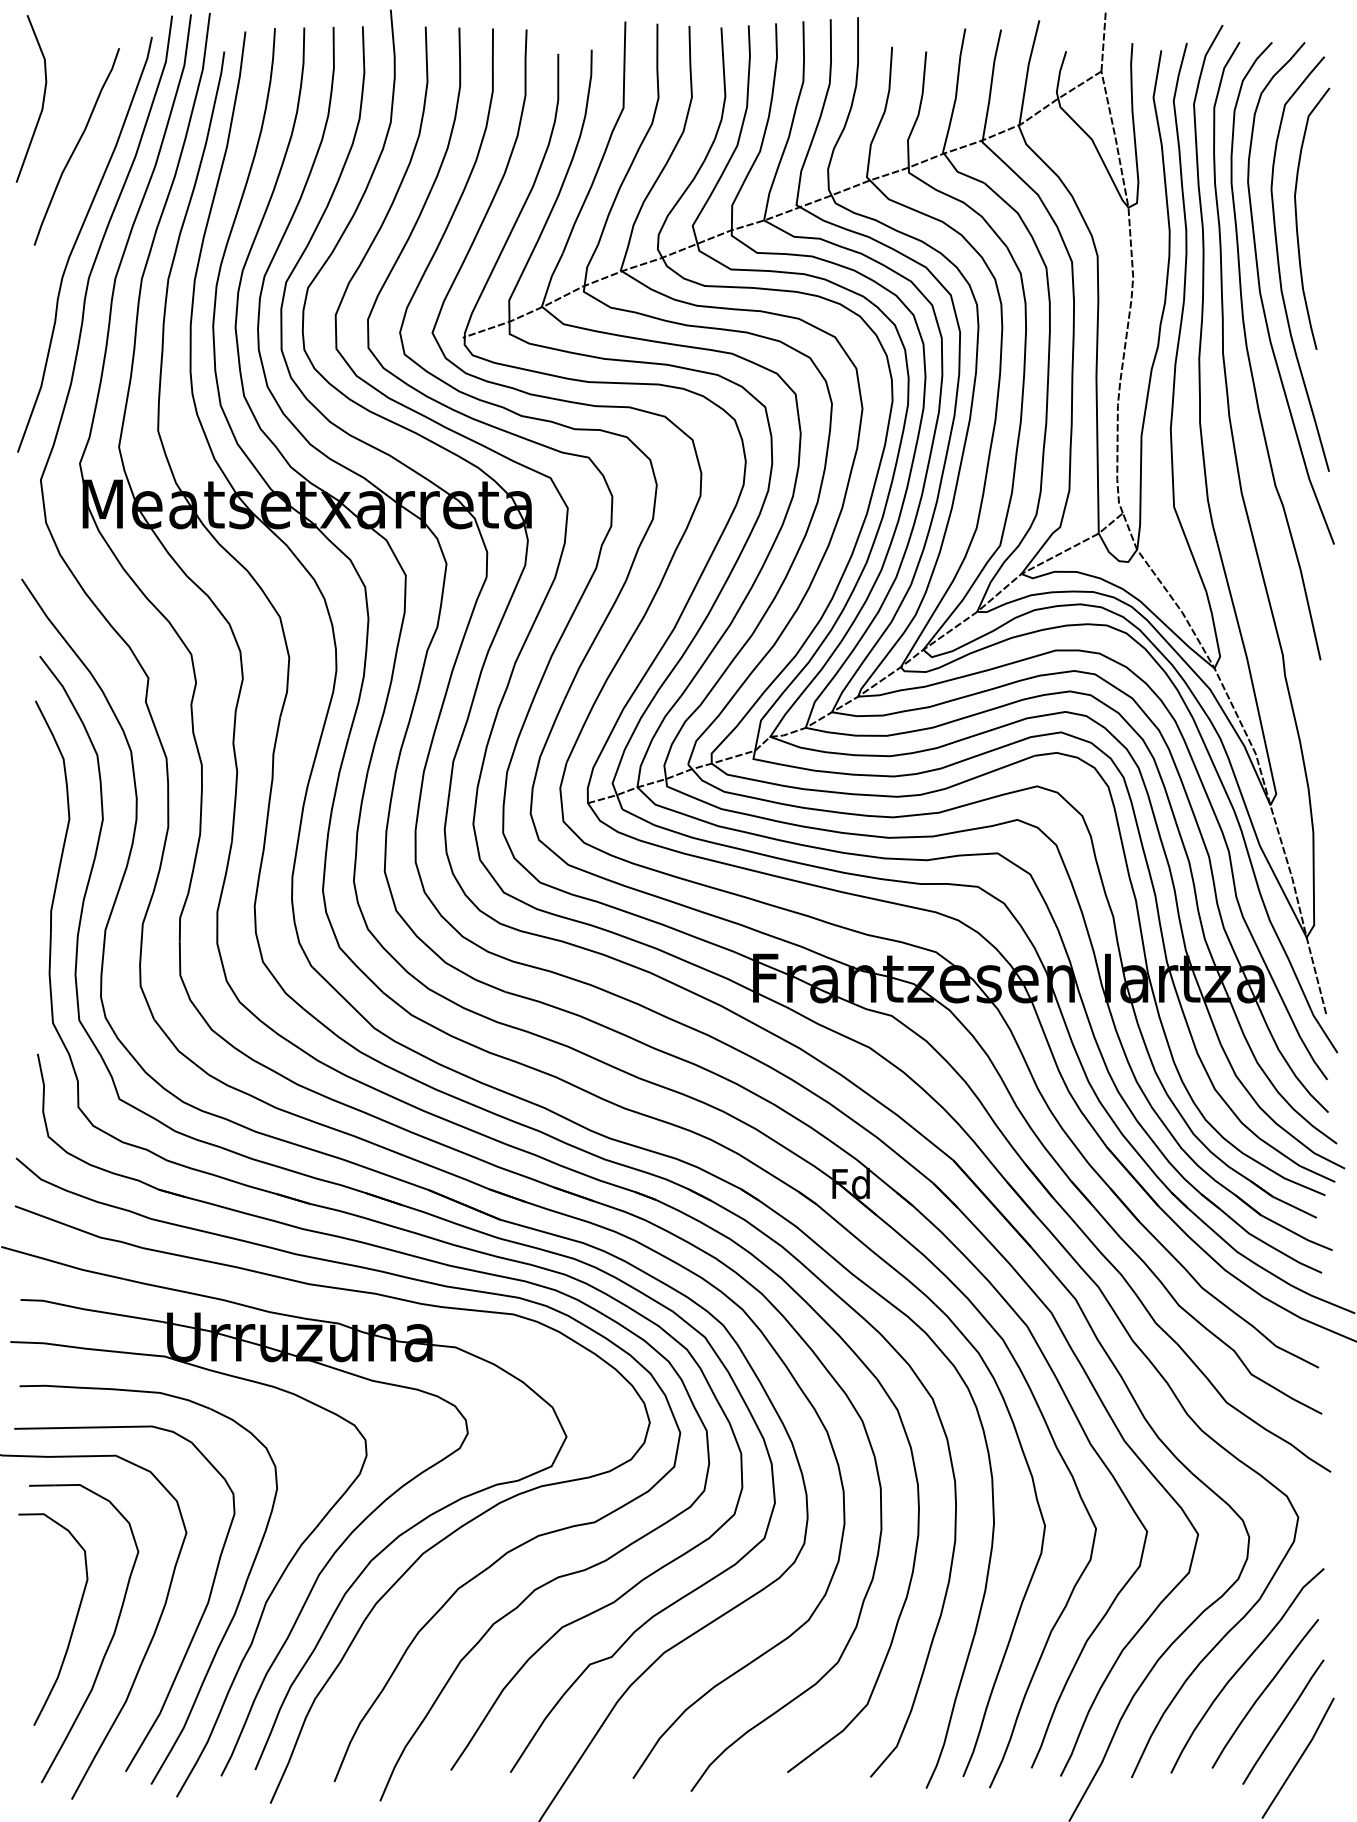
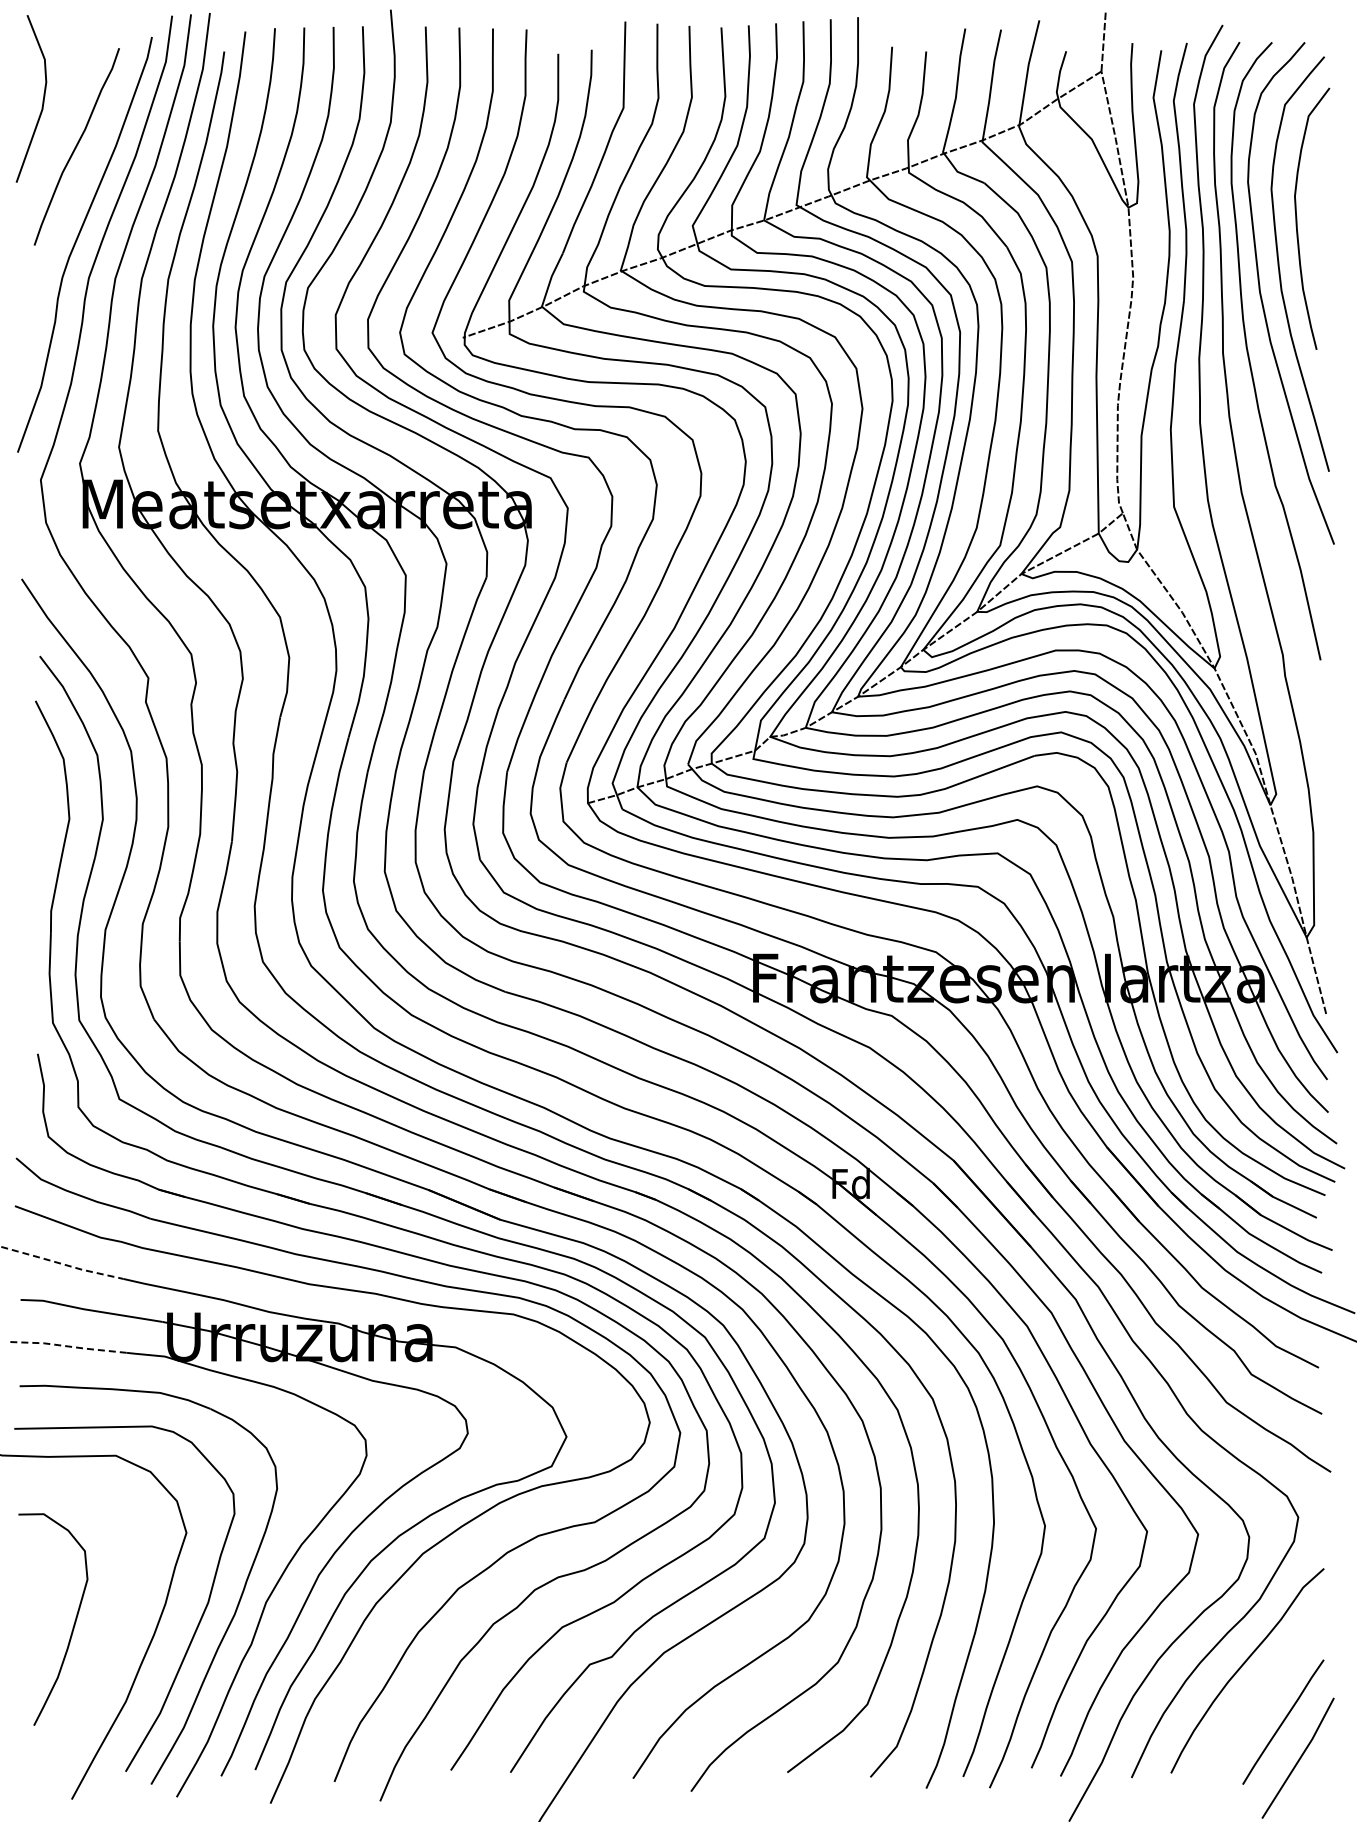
line at (62, 1264): solid -> dashed
line at (68, 1346): solid -> dashed
part at (108, 1644): present -> none
curve at (1263, 1693): present -> none
